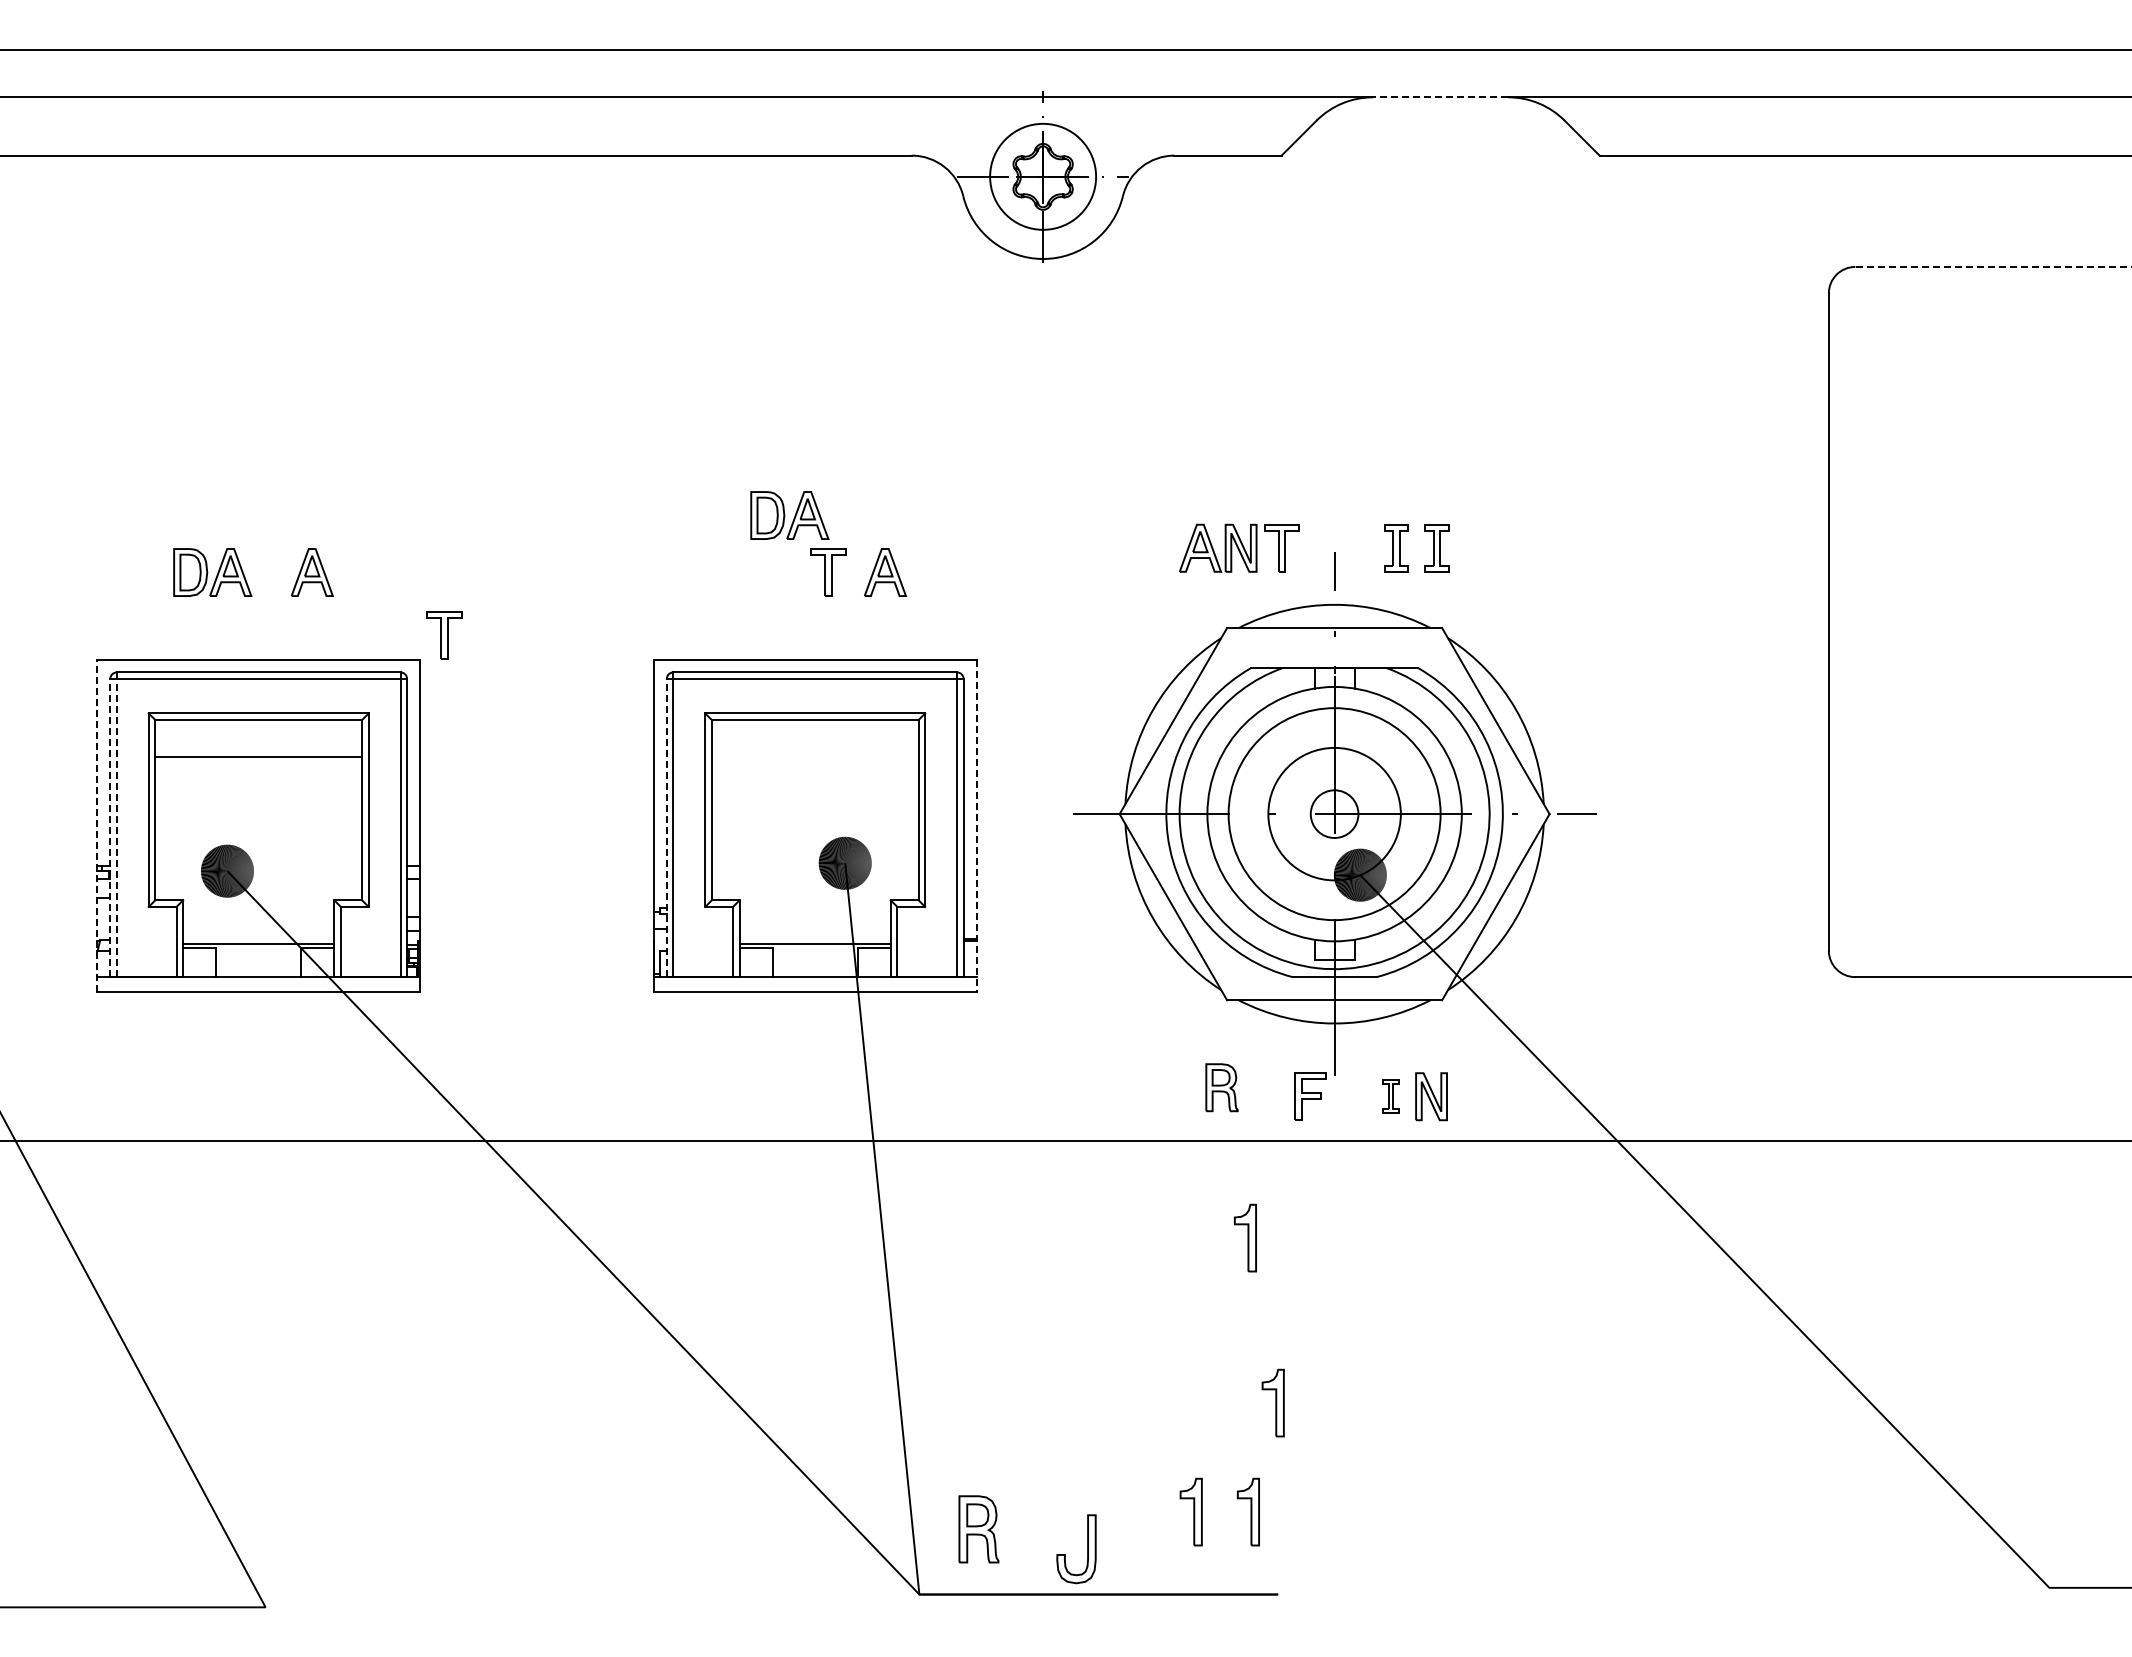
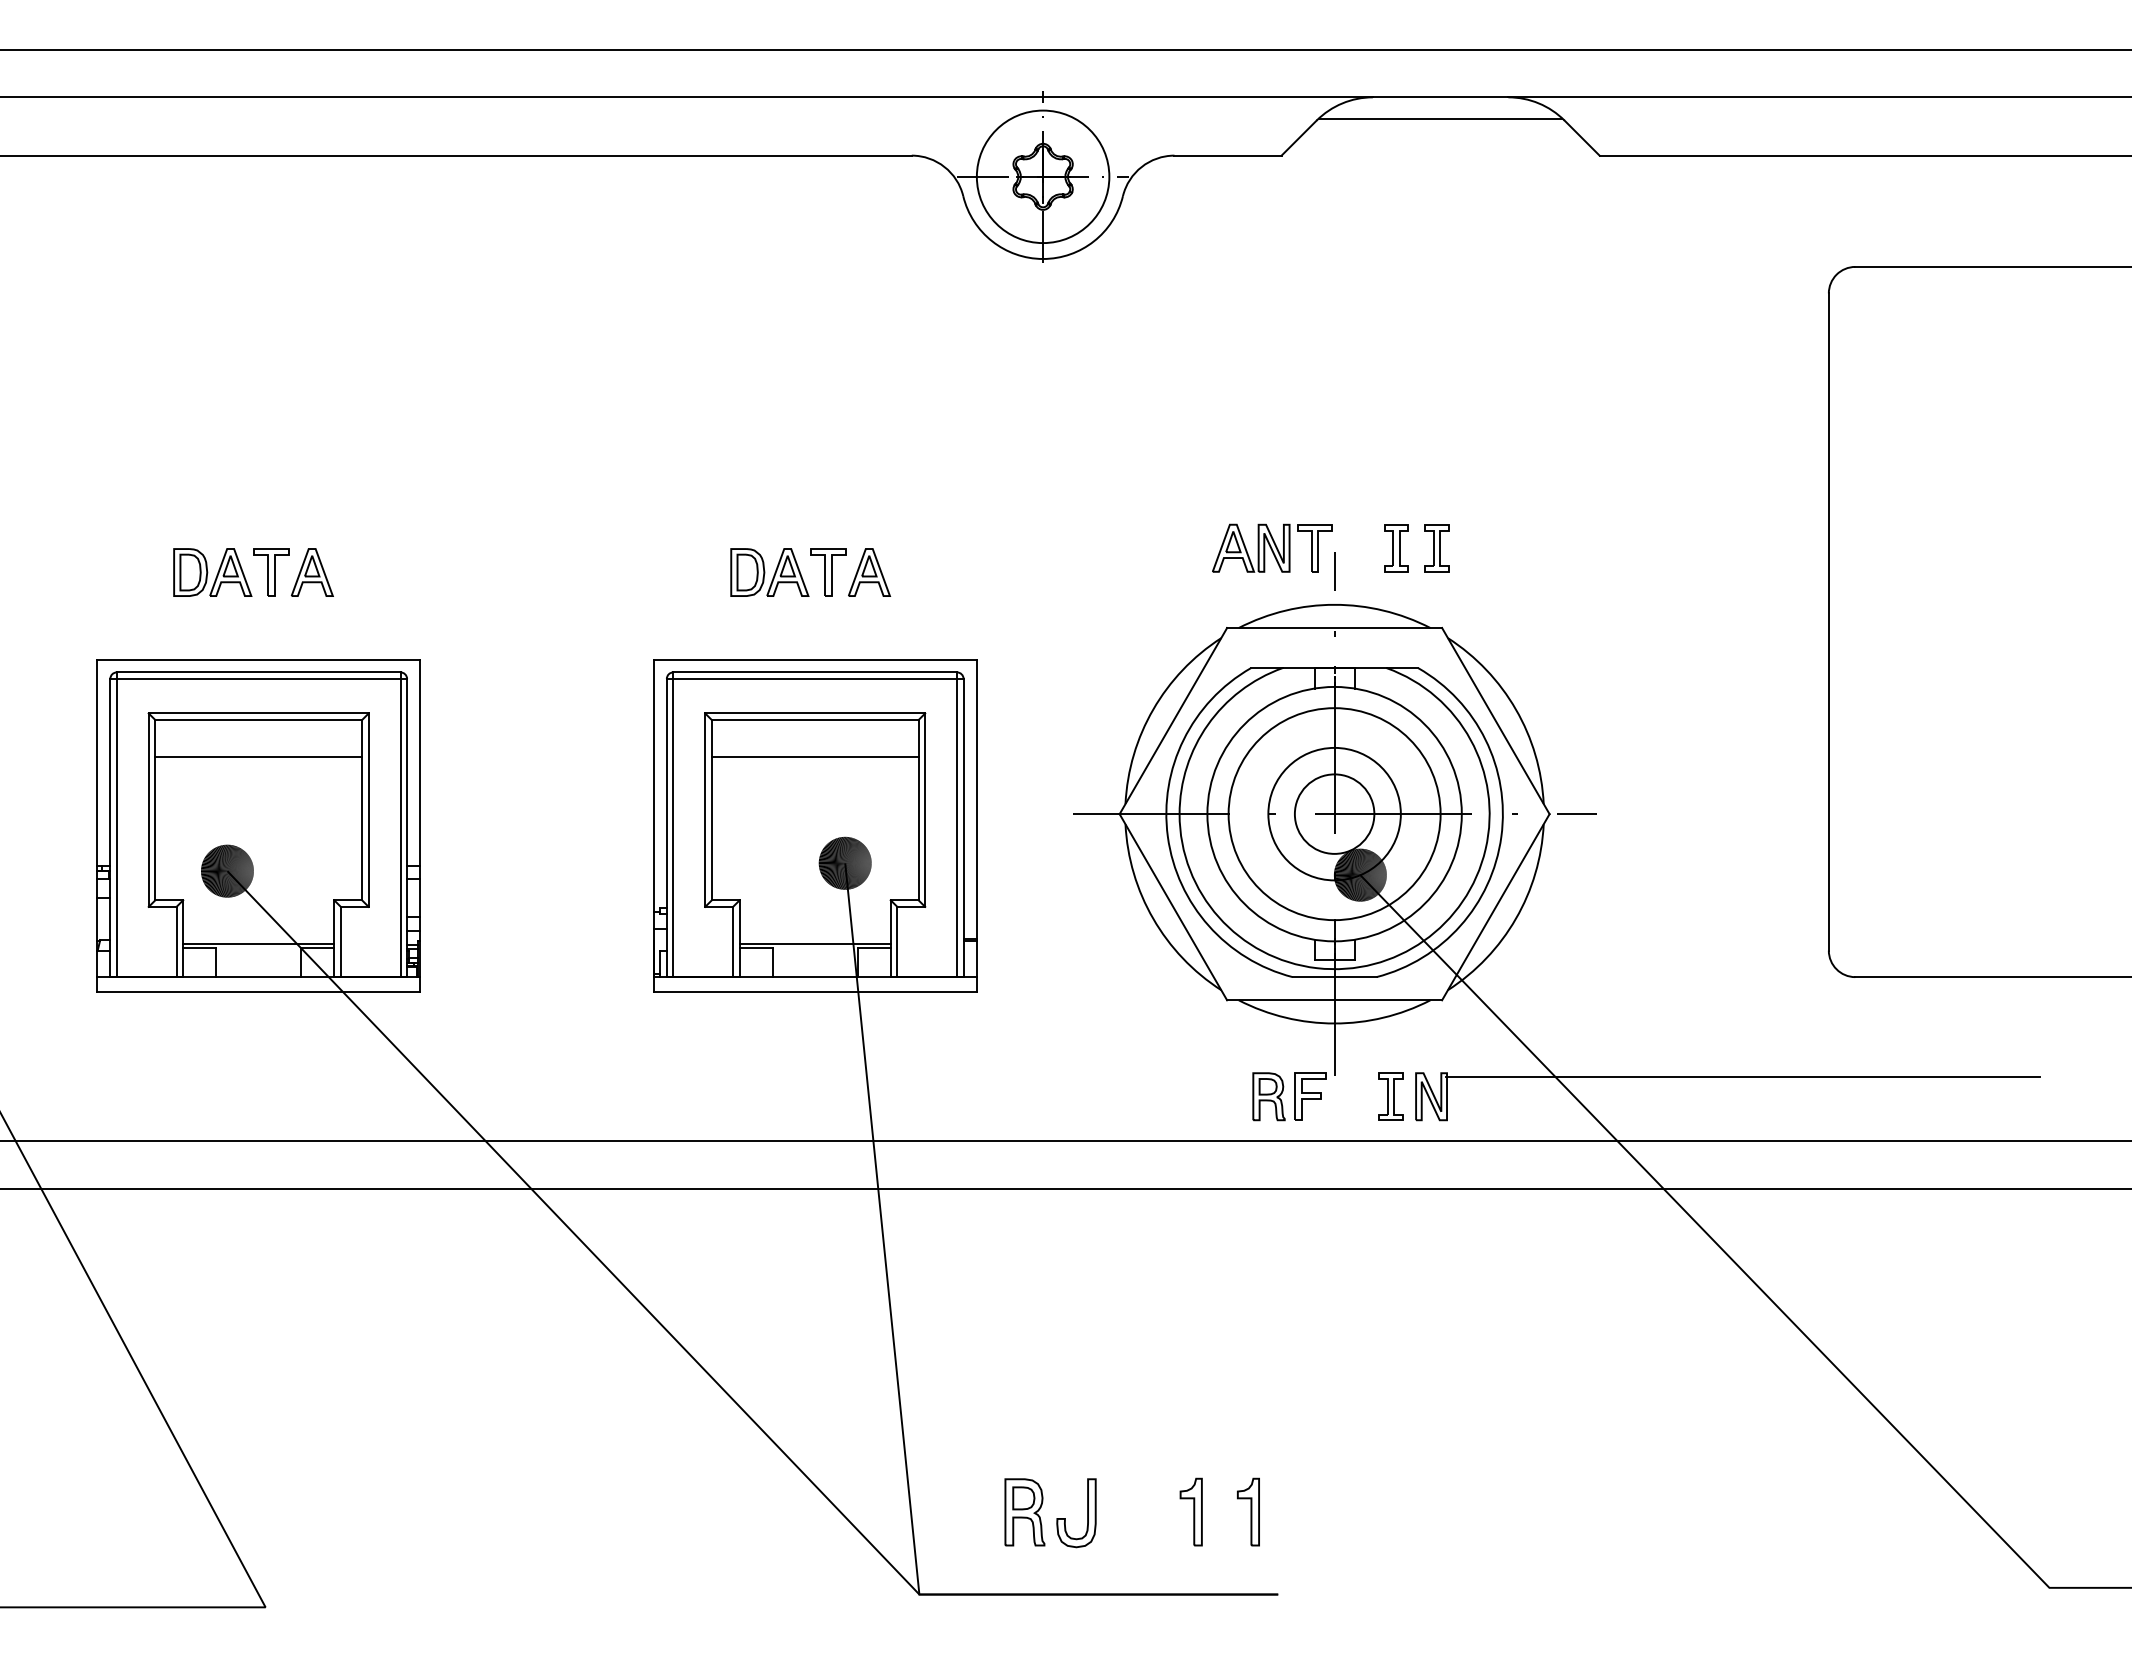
line at (1440, 97): dashed -> solid
line at (1440, 118): none -> present
circle at (1043, 176) diameter: 106 px -> 132 px
line at (1993, 266): dashed -> solid
part at (789, 515) position: (789, 515) -> (769, 572)
part at (1239, 547) position: (1239, 547) -> (1272, 547)
part at (885, 572) position: (885, 572) -> (869, 572)
part at (444, 635) position: (444, 635) -> (271, 572)
line at (814, 757): none -> present
circle at (1334, 814) diameter: 48 px -> 79 px
line at (97, 826): dashed -> solid
line at (976, 826): dashed -> solid
line at (110, 827): dashed -> solid
line at (116, 827): dashed -> solid
line at (666, 827): dashed -> solid
line at (1743, 1077): none -> present
part at (1221, 1087) position: (1221, 1087) -> (1268, 1096)
part at (1390, 1096) size: 18x35 px -> 26x49 px
line at (1065, 1189): none -> present
part at (1245, 1237): present -> none
part at (1272, 1402): present -> none
part at (978, 1529) position: (978, 1529) -> (1024, 1512)
part at (1087, 1549) position: (1087, 1549) -> (1087, 1513)
